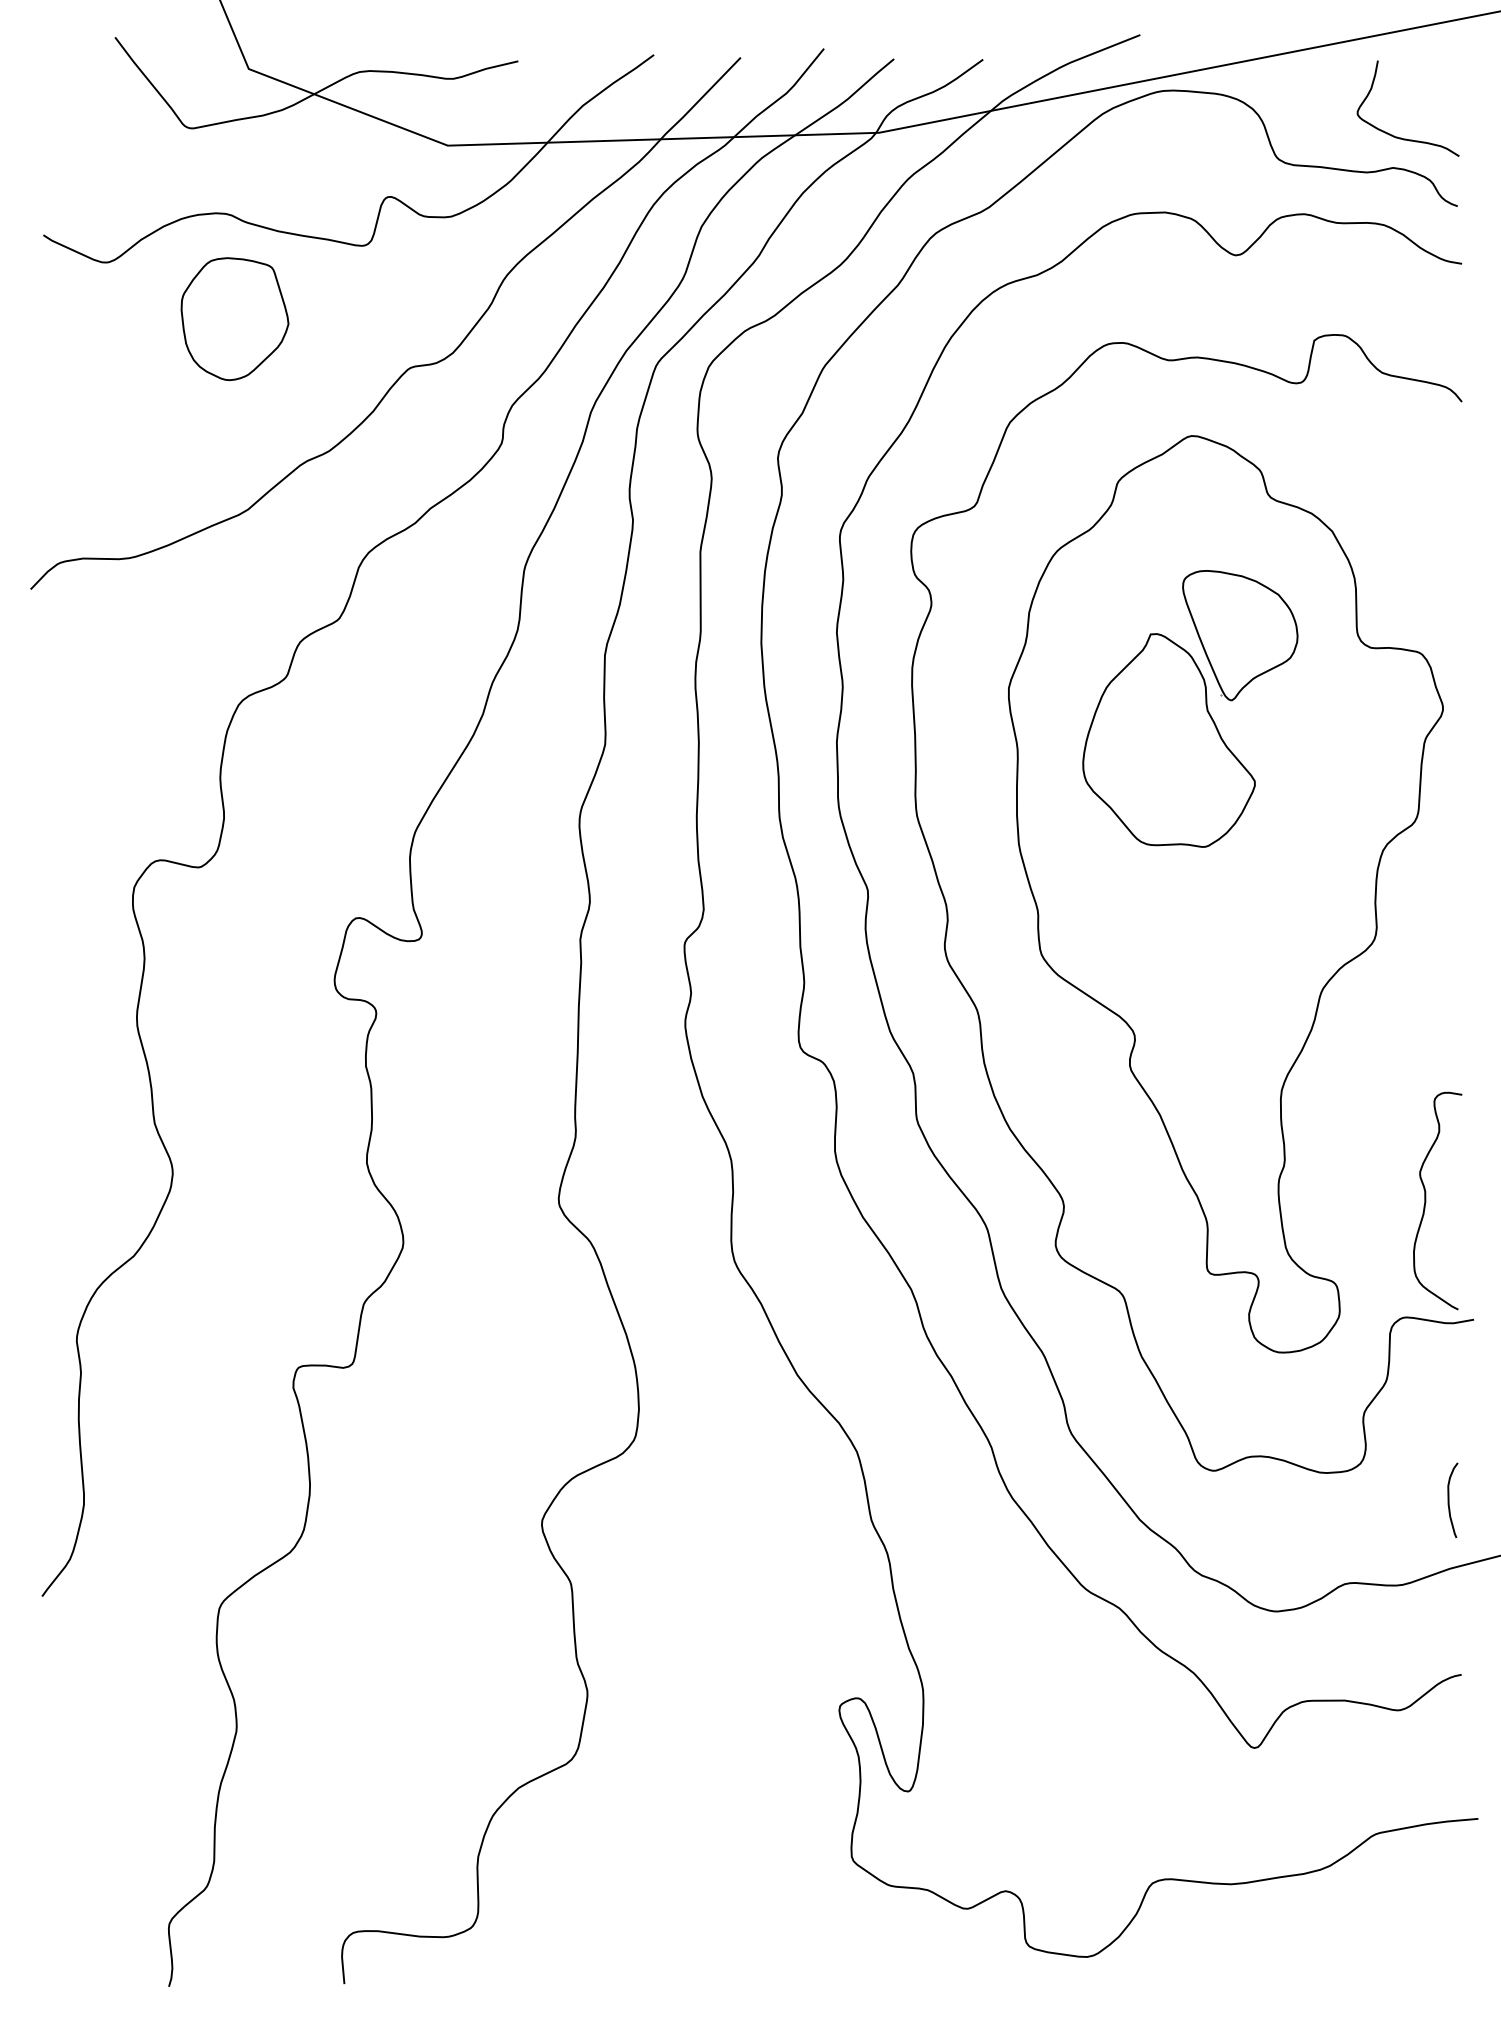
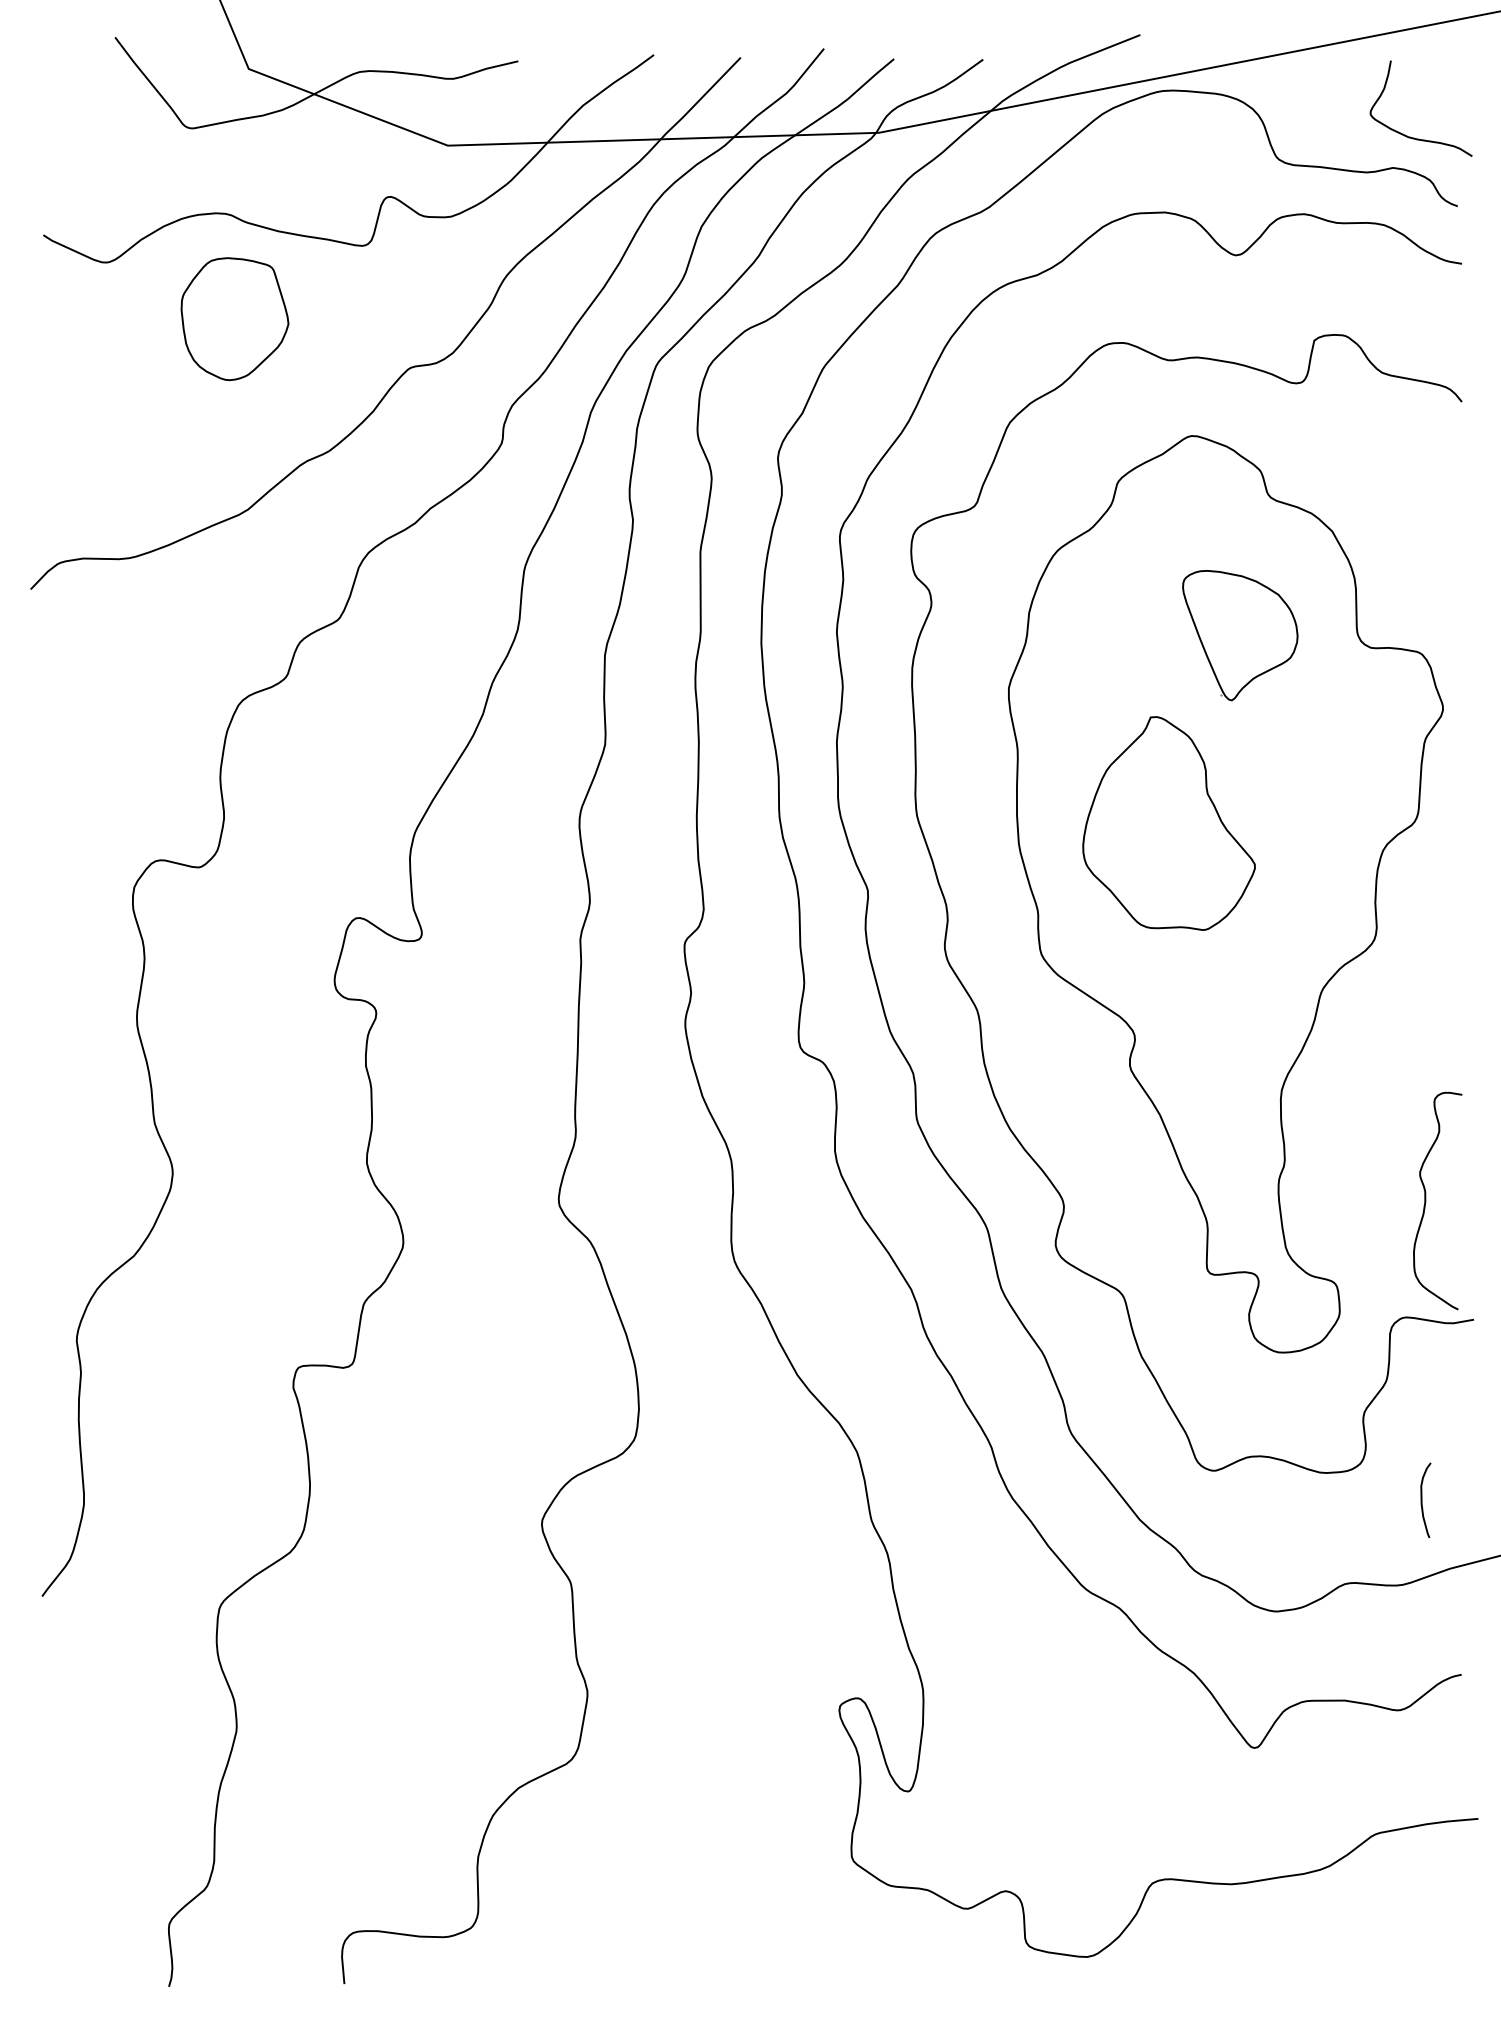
curve at (1401, 137) position: (1401, 137) -> (1414, 137)
part at (1168, 740) position: (1168, 740) -> (1168, 823)
curve at (1449, 1500) position: (1449, 1500) -> (1422, 1500)
